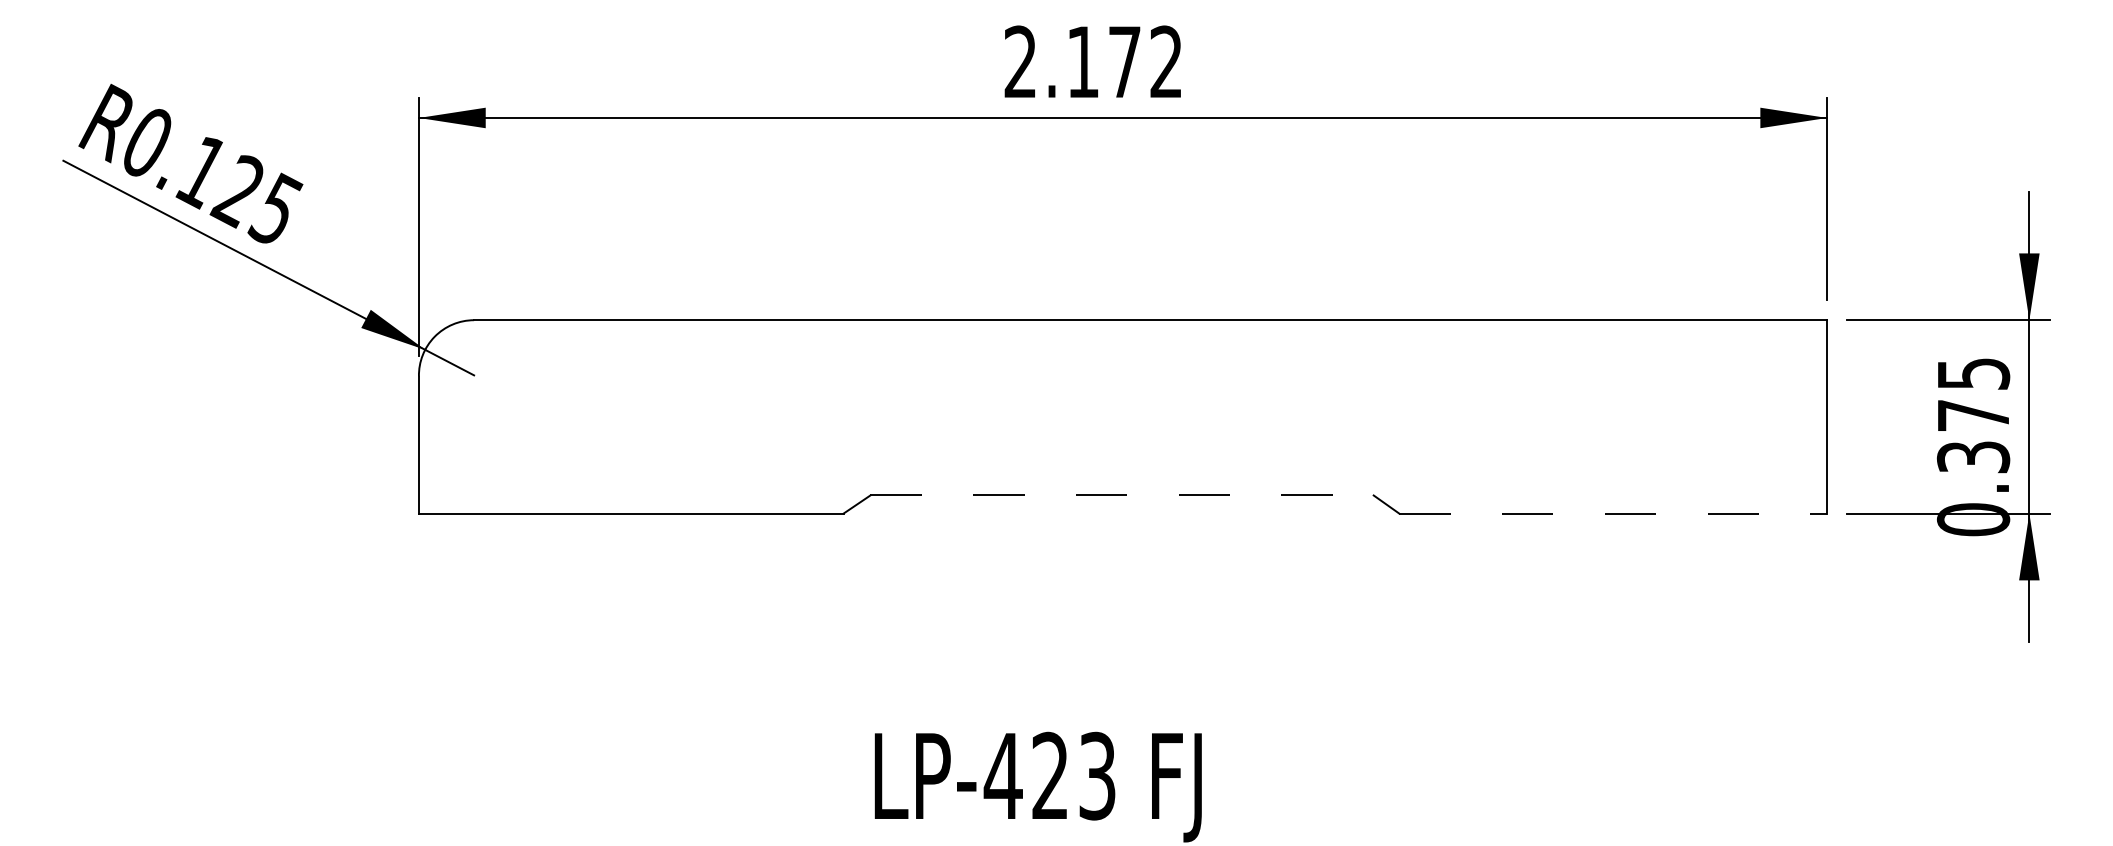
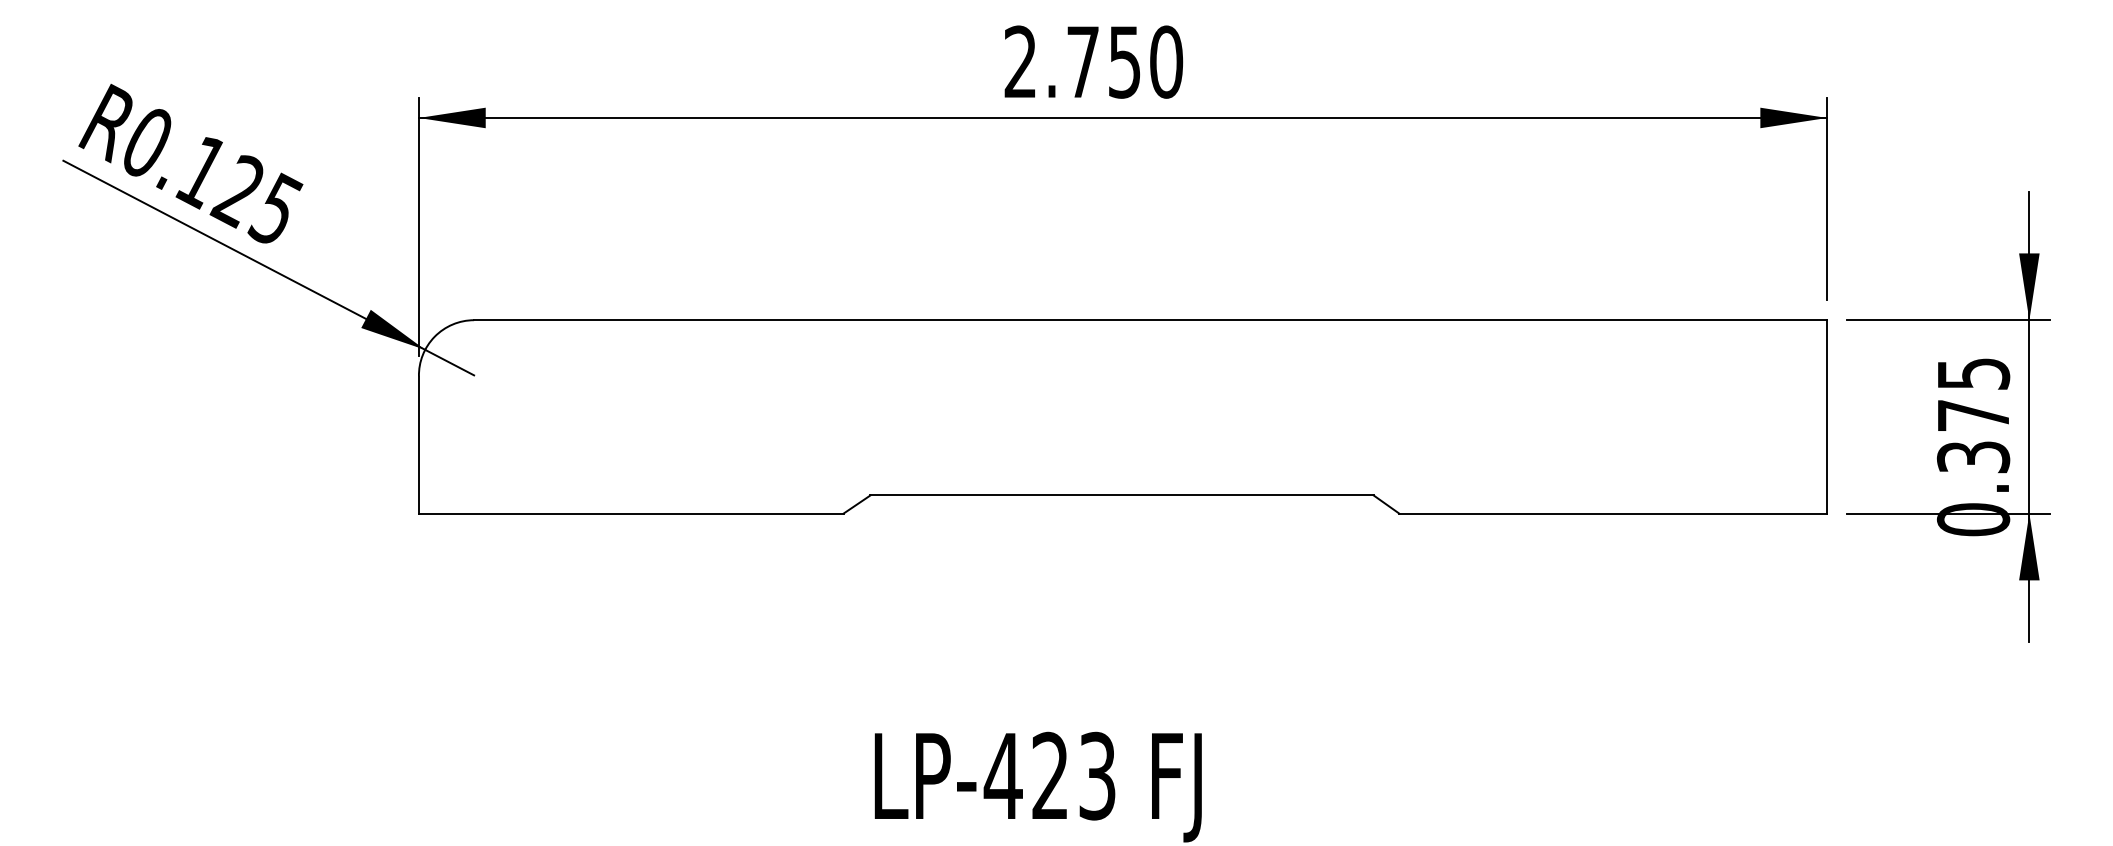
text at (1125, 61): 2.172 -> 2.750
line at (1122, 495): dashed -> solid
line at (1613, 513): dashed -> solid
